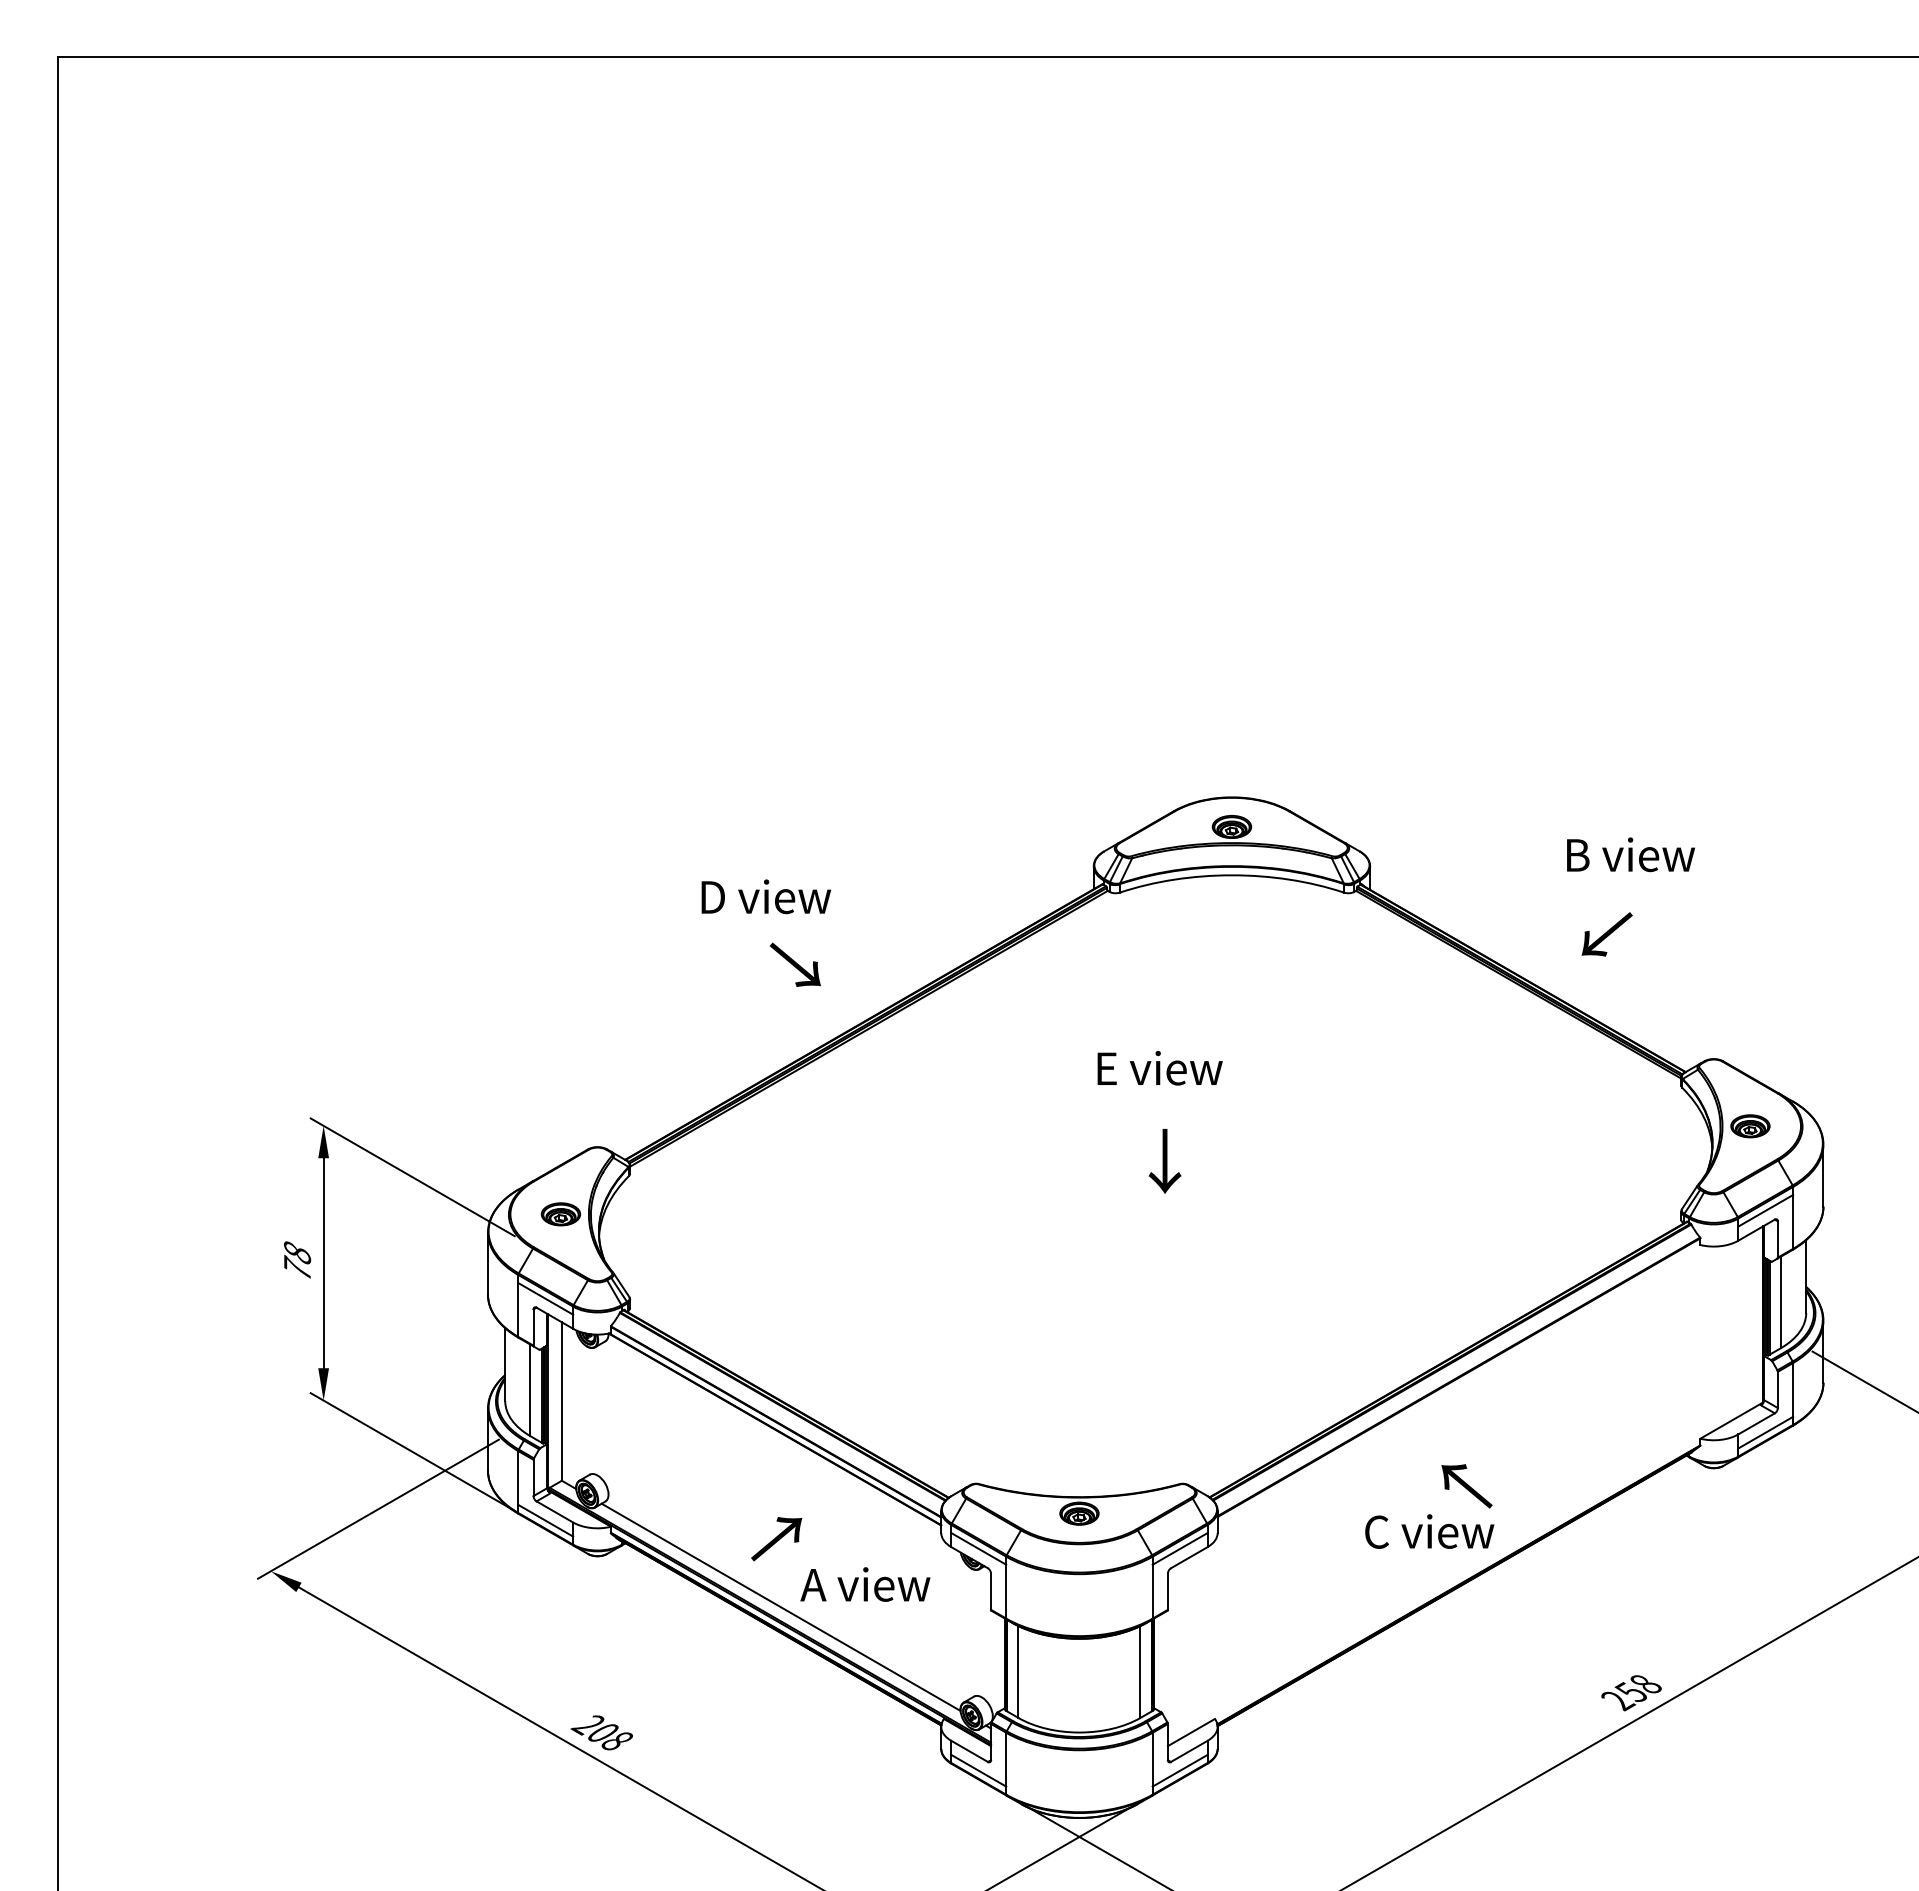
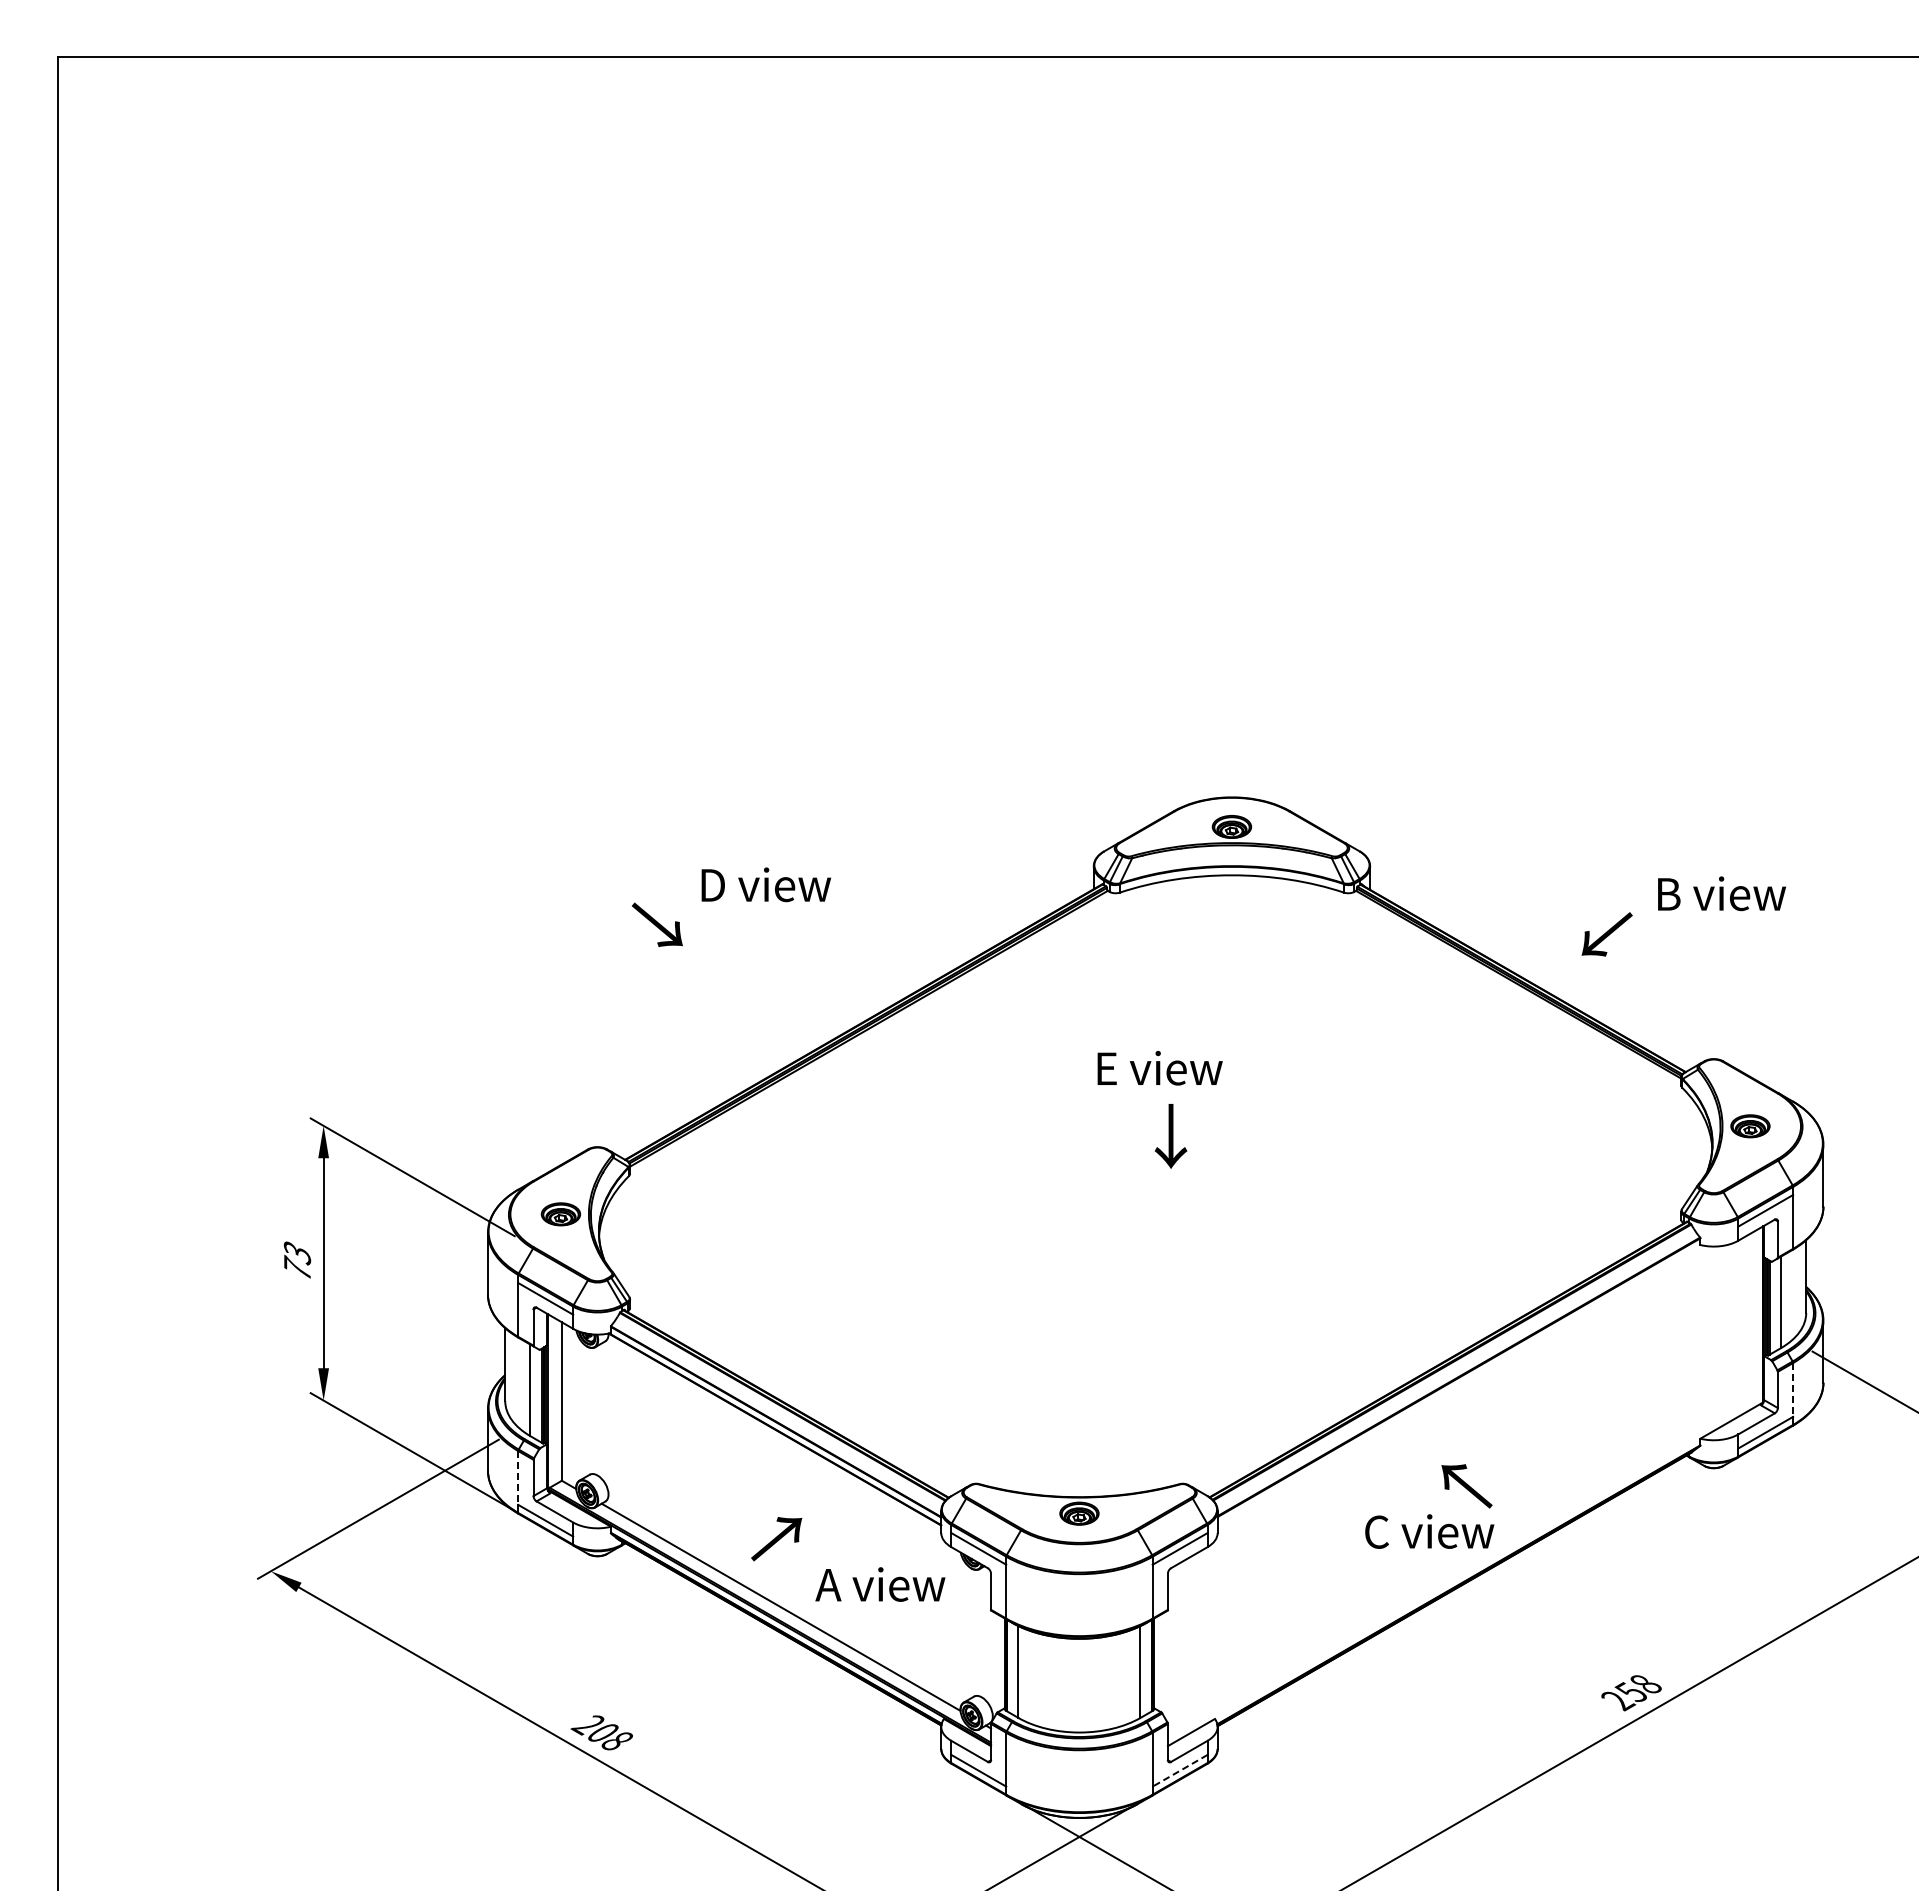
text at (1630, 854) position: (1630, 854) -> (1721, 893)
text at (765, 896) position: (765, 896) -> (765, 884)
text at (795, 964) position: (795, 964) -> (657, 924)
text at (1165, 1161) position: (1165, 1161) -> (1171, 1136)
text at (296, 1253): 78 -> 73
line at (1793, 1389): solid -> dashed
line at (518, 1477): solid -> dashed
text at (865, 1584) position: (865, 1584) -> (880, 1584)
line at (1180, 1770): solid -> dashed
